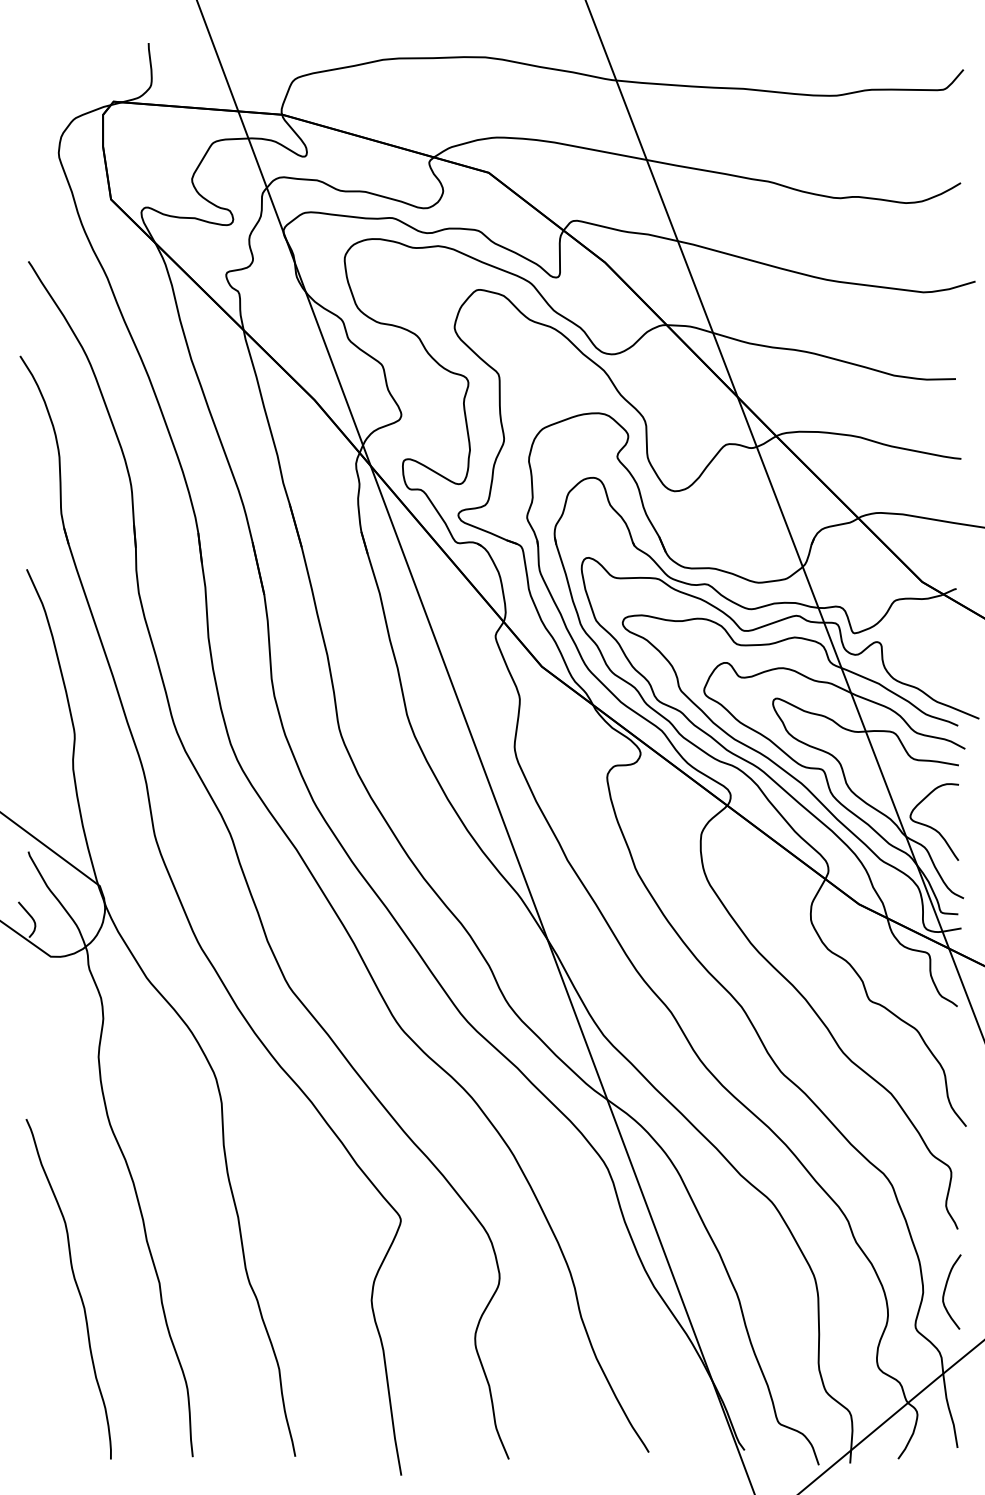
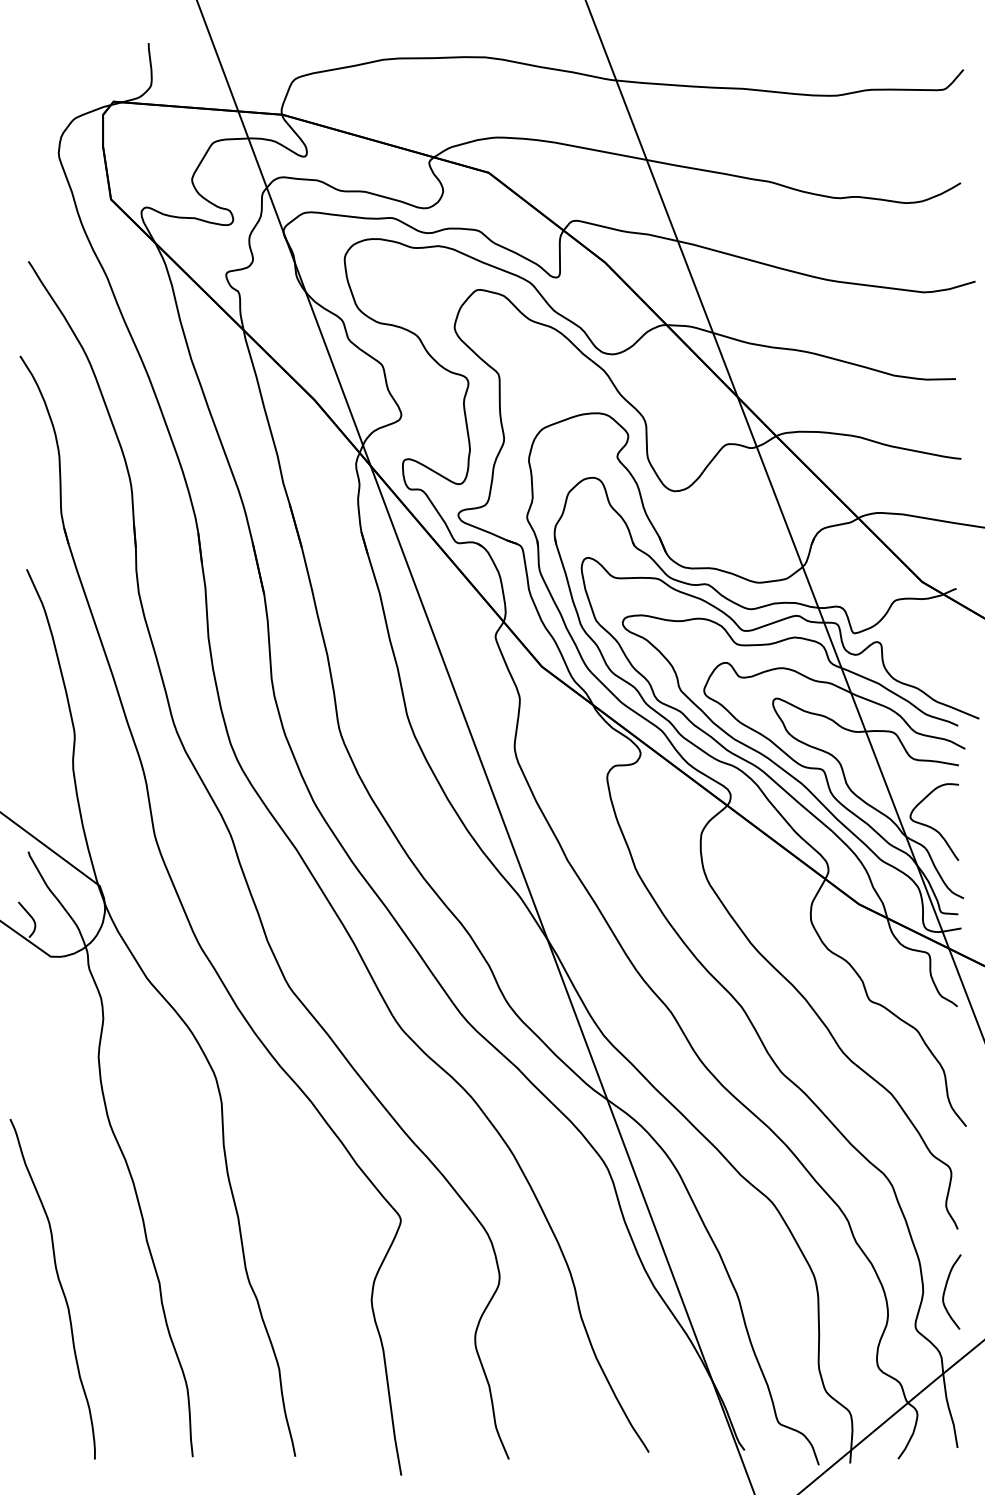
curve at (76, 1287) position: (76, 1287) -> (60, 1287)
